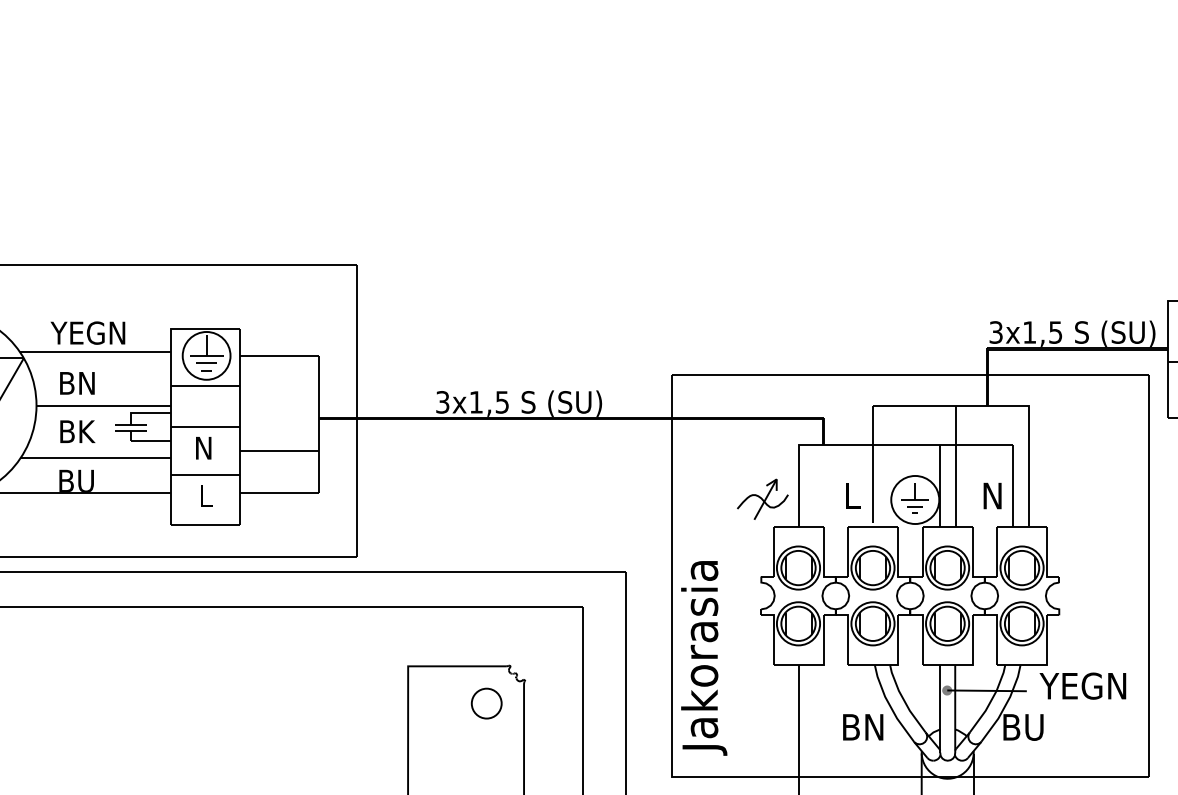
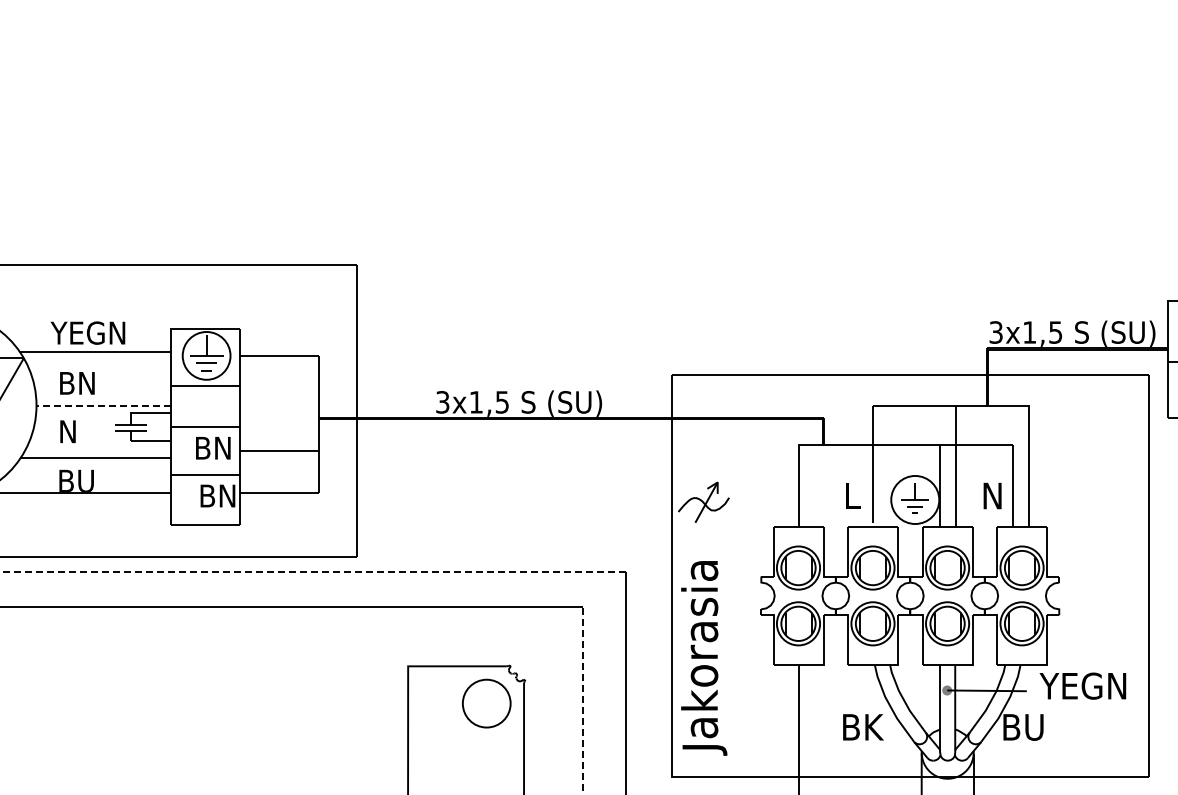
line at (103, 405): solid -> dashed
text at (79, 431): BK -> N
text at (214, 447): N -> BN
text at (217, 495): L -> BN
part at (762, 498) position: (762, 498) -> (703, 501)
line at (313, 571): solid -> dashed
line at (582, 700): solid -> dashed
circle at (486, 703) diameter: 30 px -> 48 px
text at (875, 727): BN -> BK
